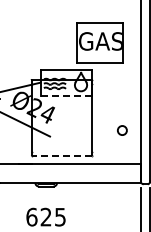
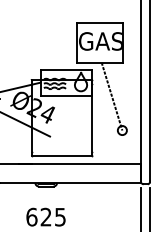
line at (66, 96): dashed -> solid
line at (111, 96): none -> present
line at (61, 155): dashed -> solid
